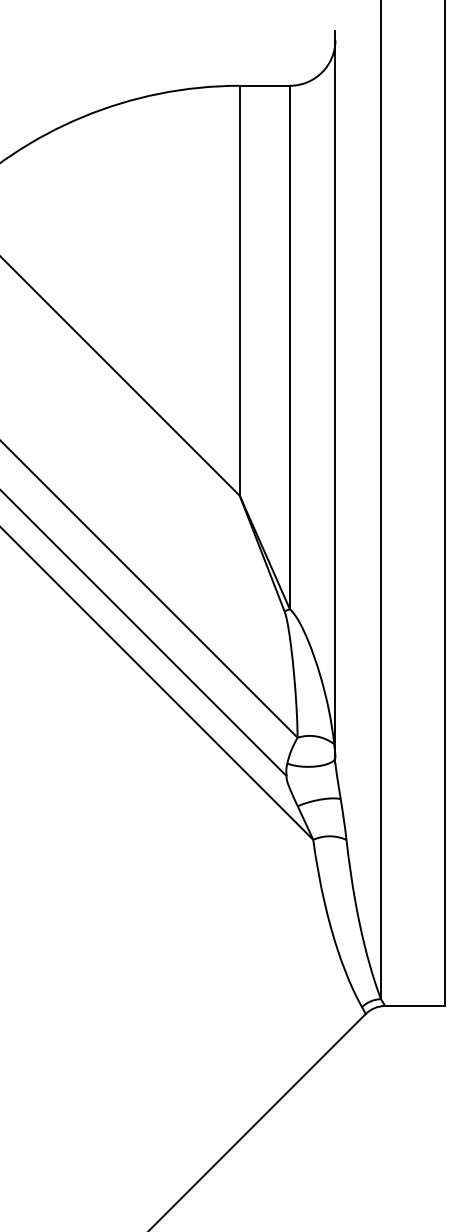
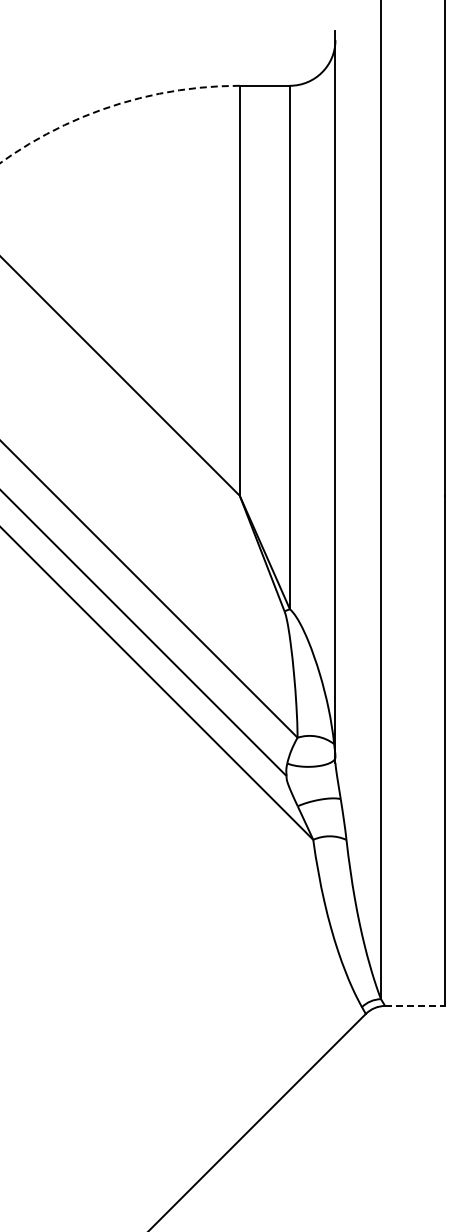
arc at (114, 105): solid -> dashed
line at (415, 1005): solid -> dashed
